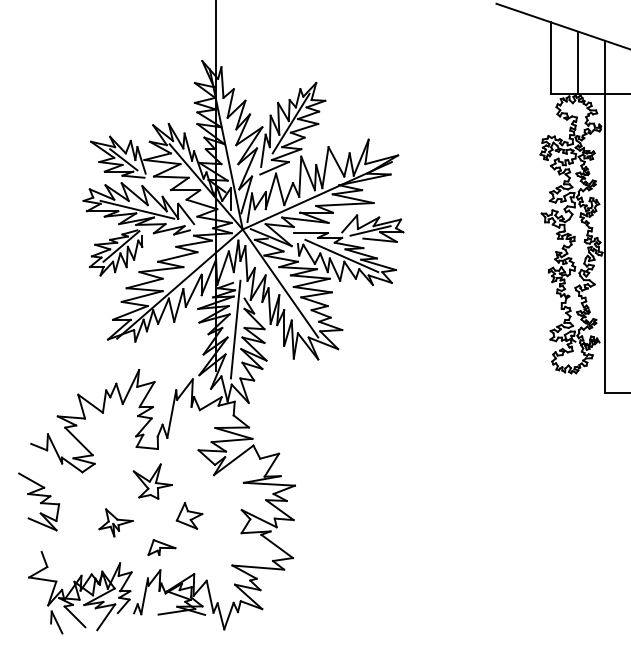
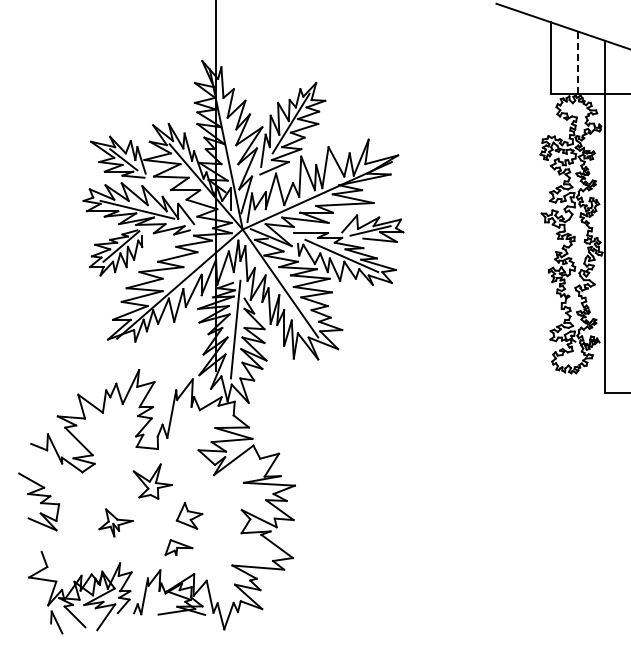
line at (577, 63): solid -> dashed
part at (161, 547) position: (161, 547) -> (178, 547)
